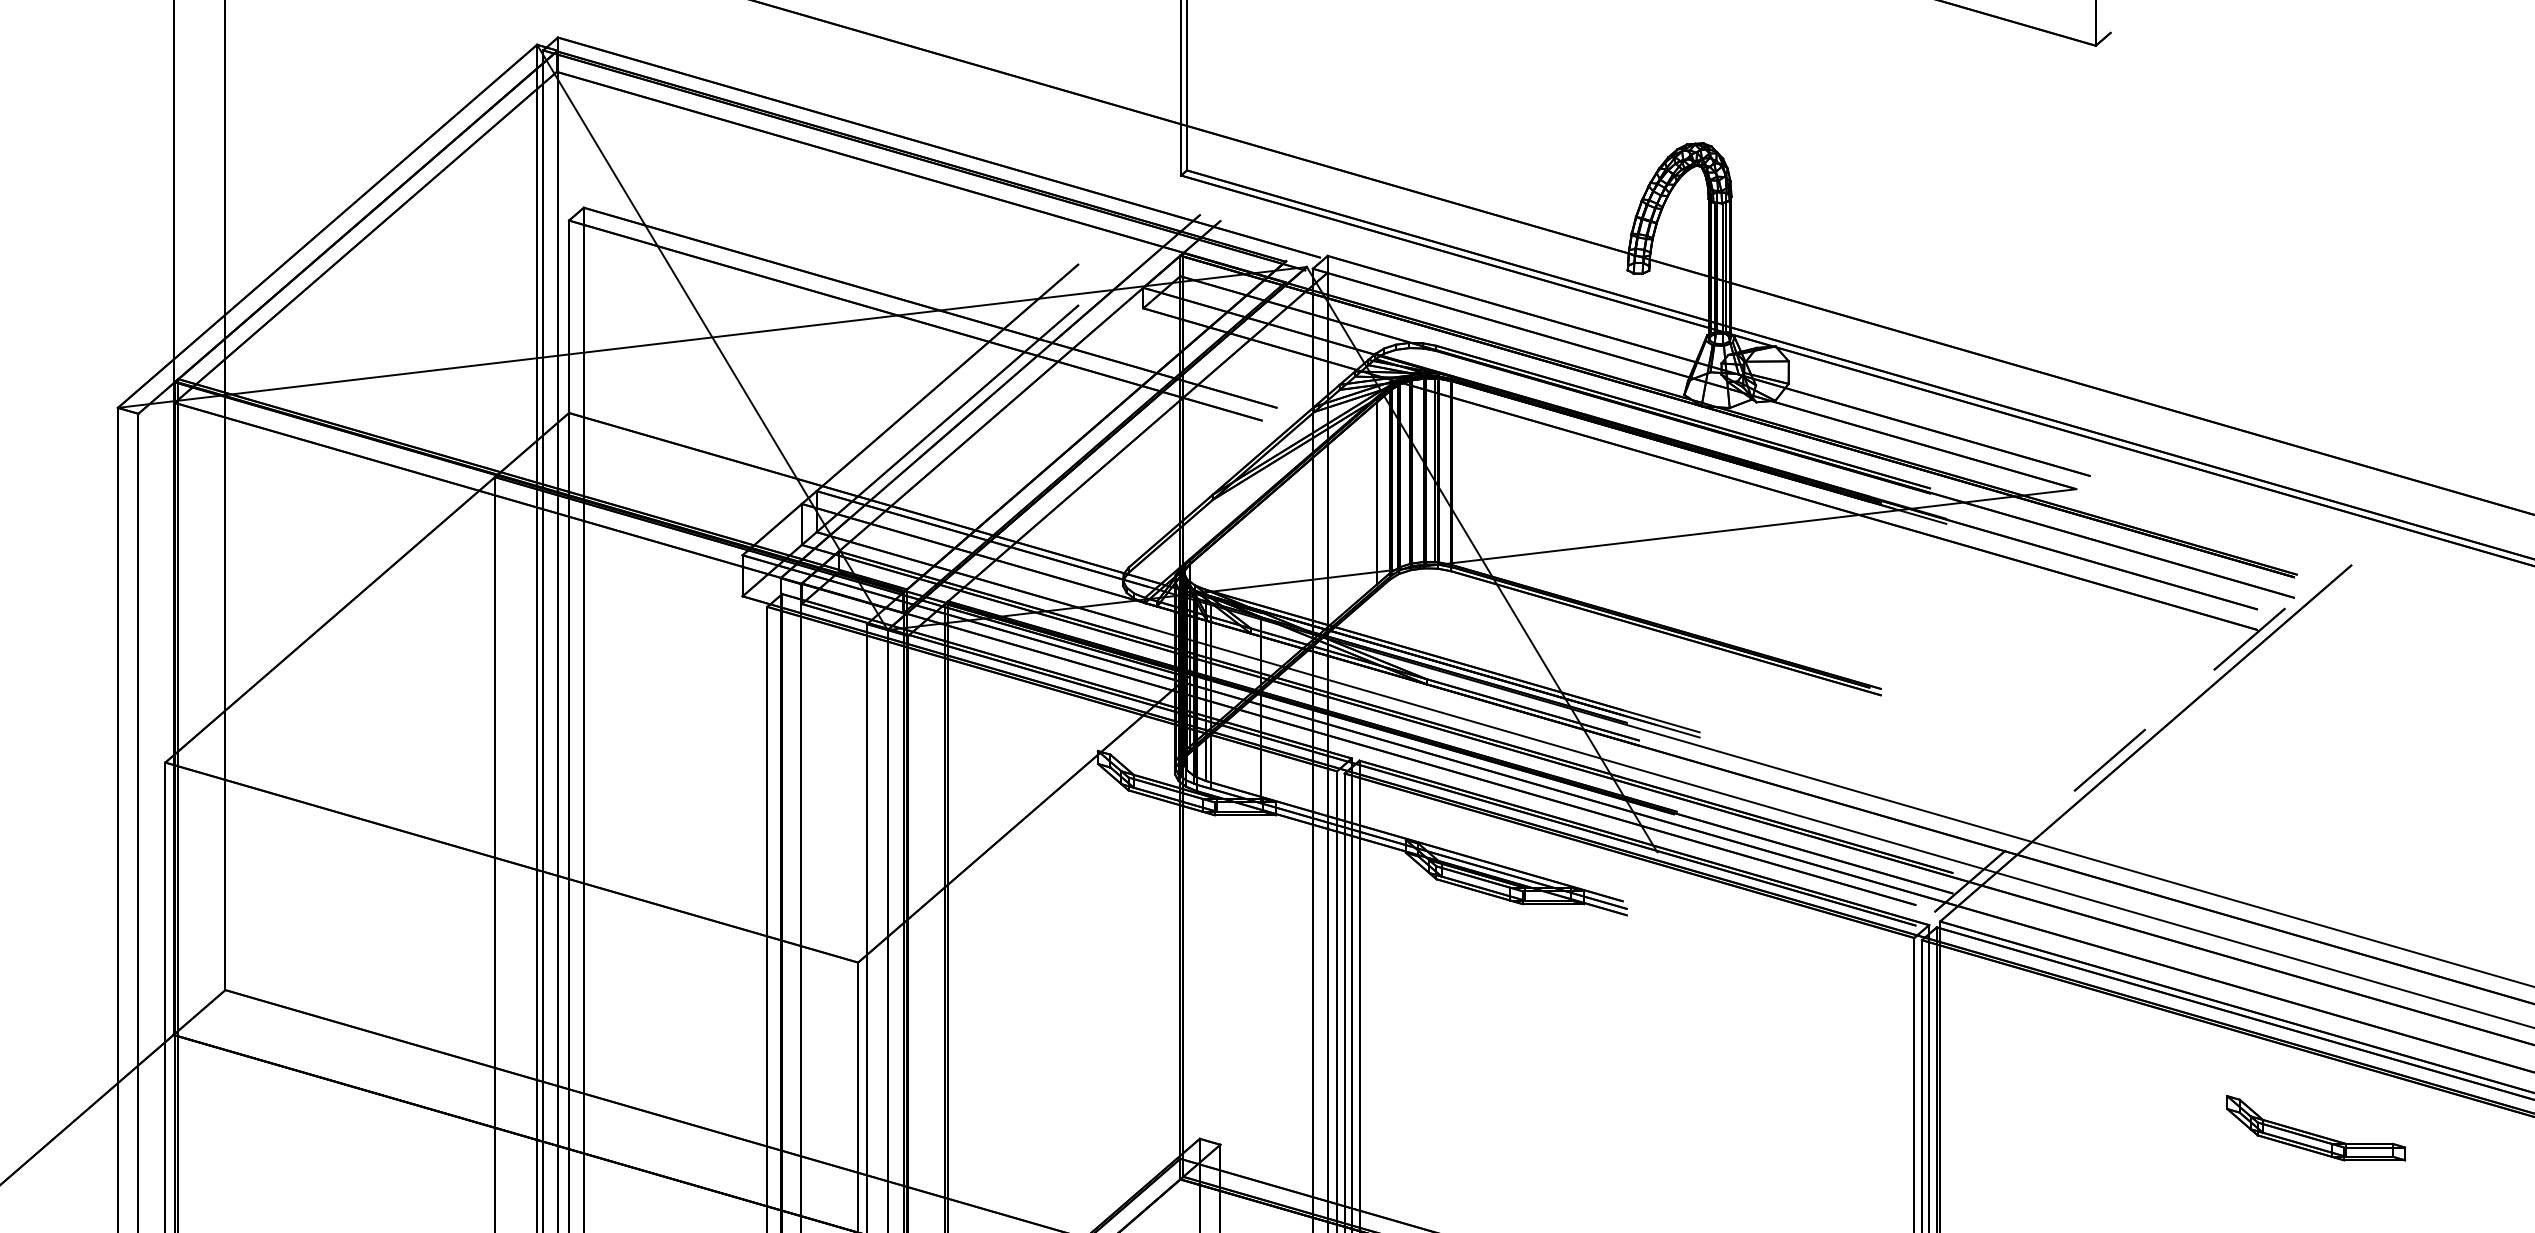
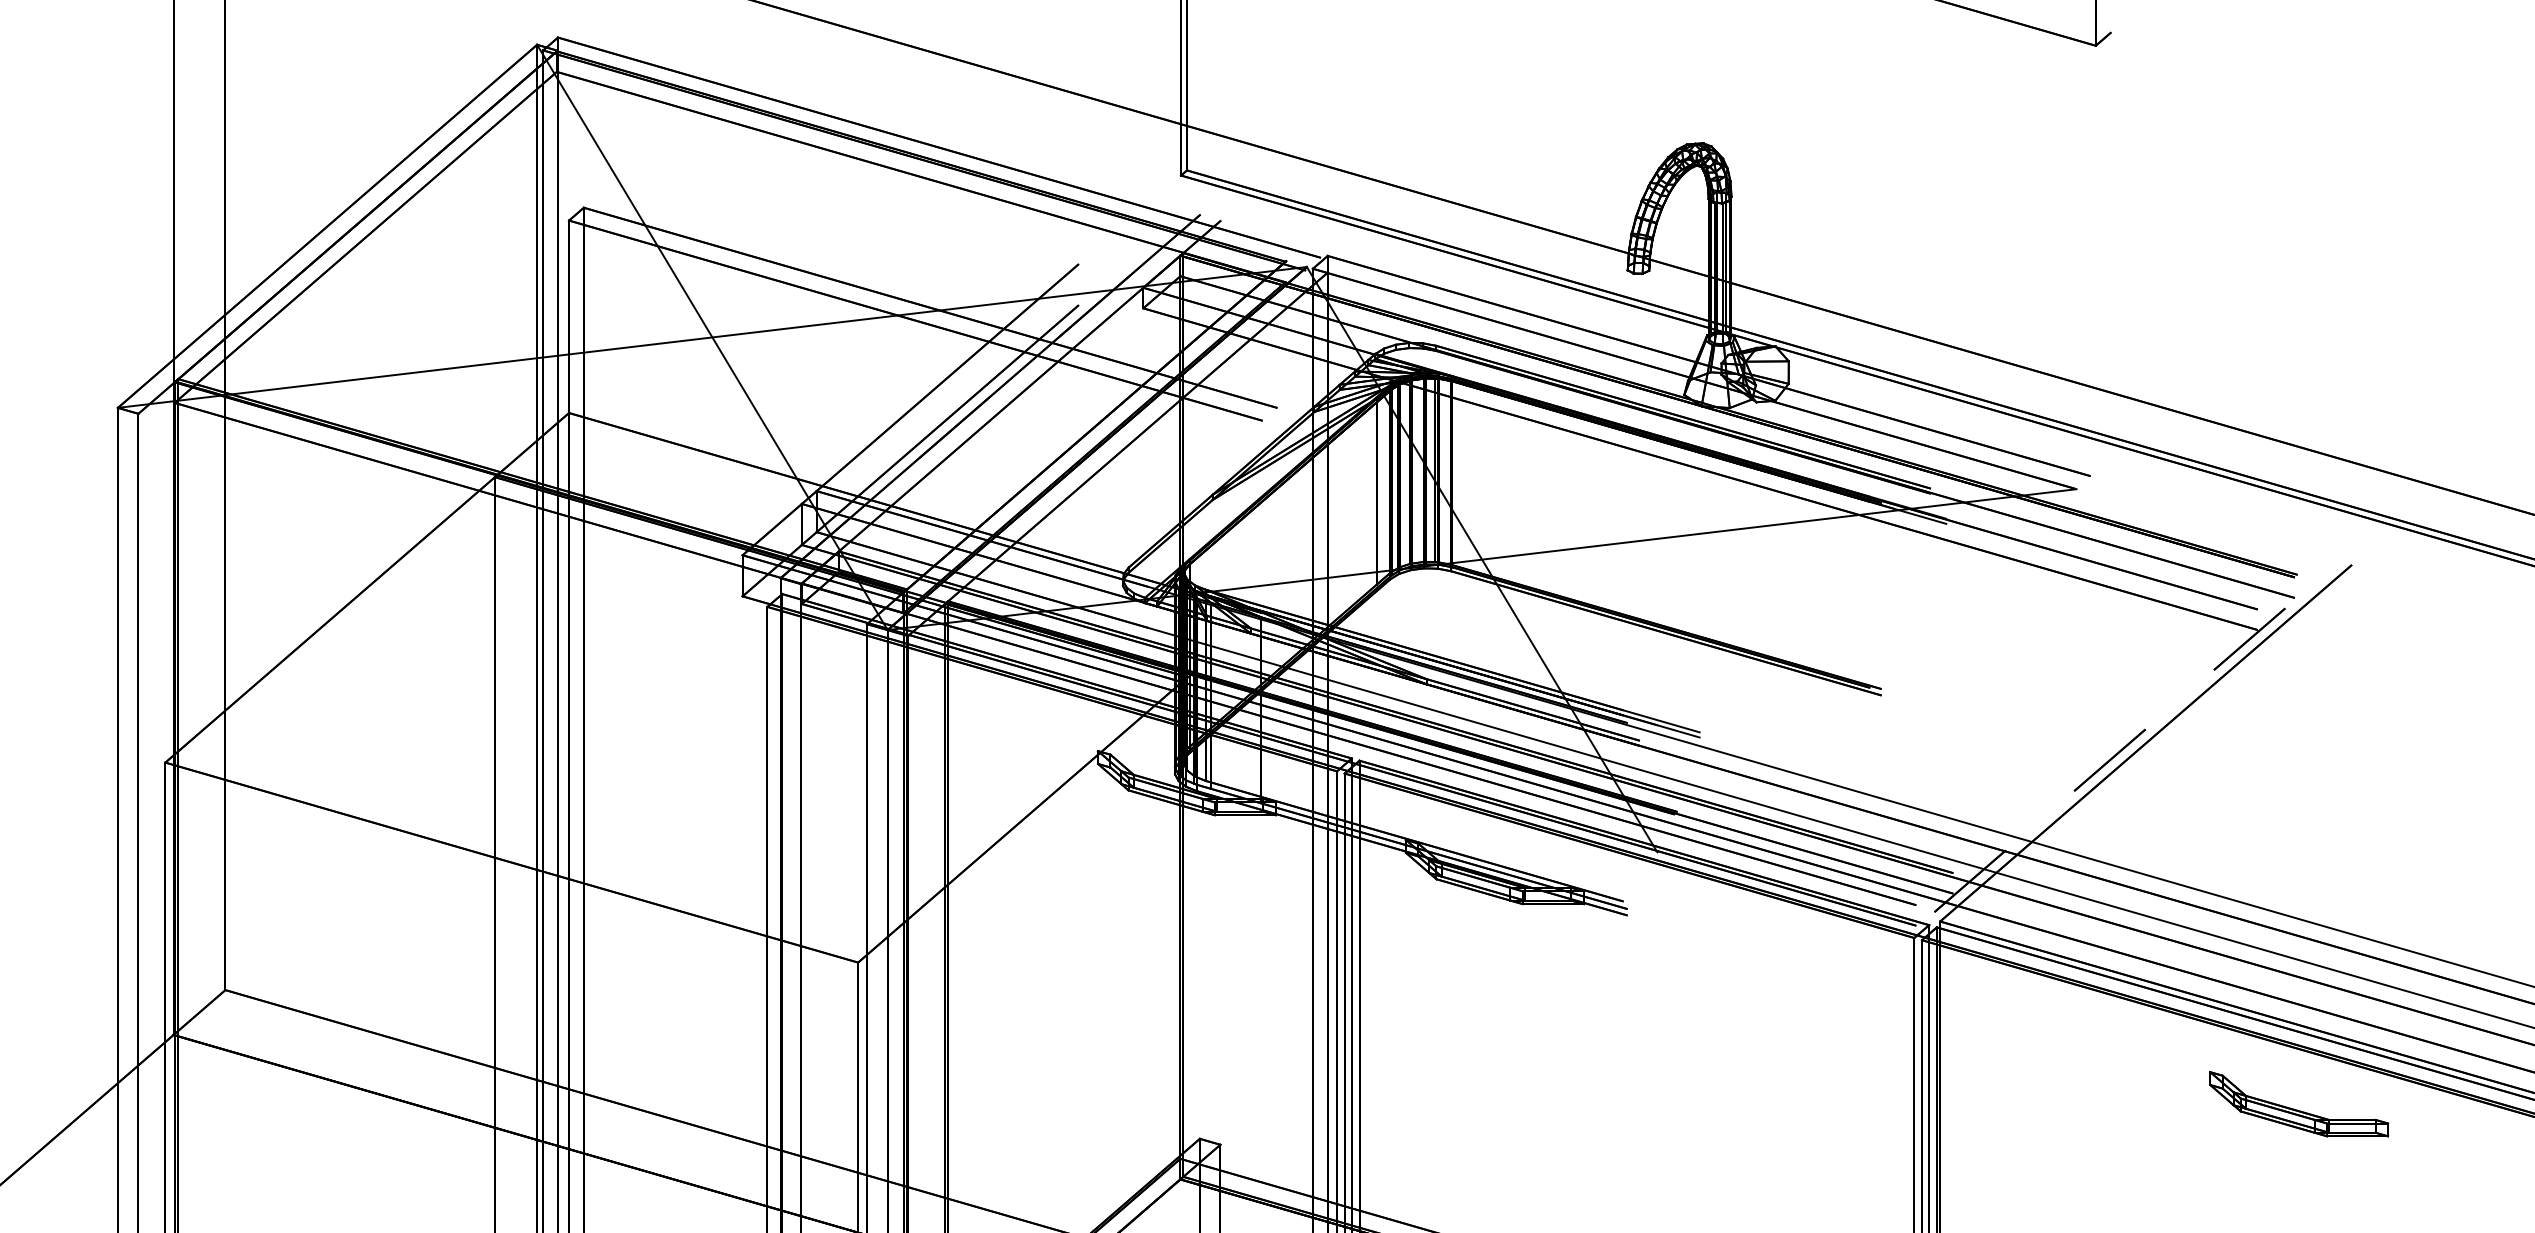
part at (2316, 1128) position: (2316, 1128) -> (2299, 1104)
